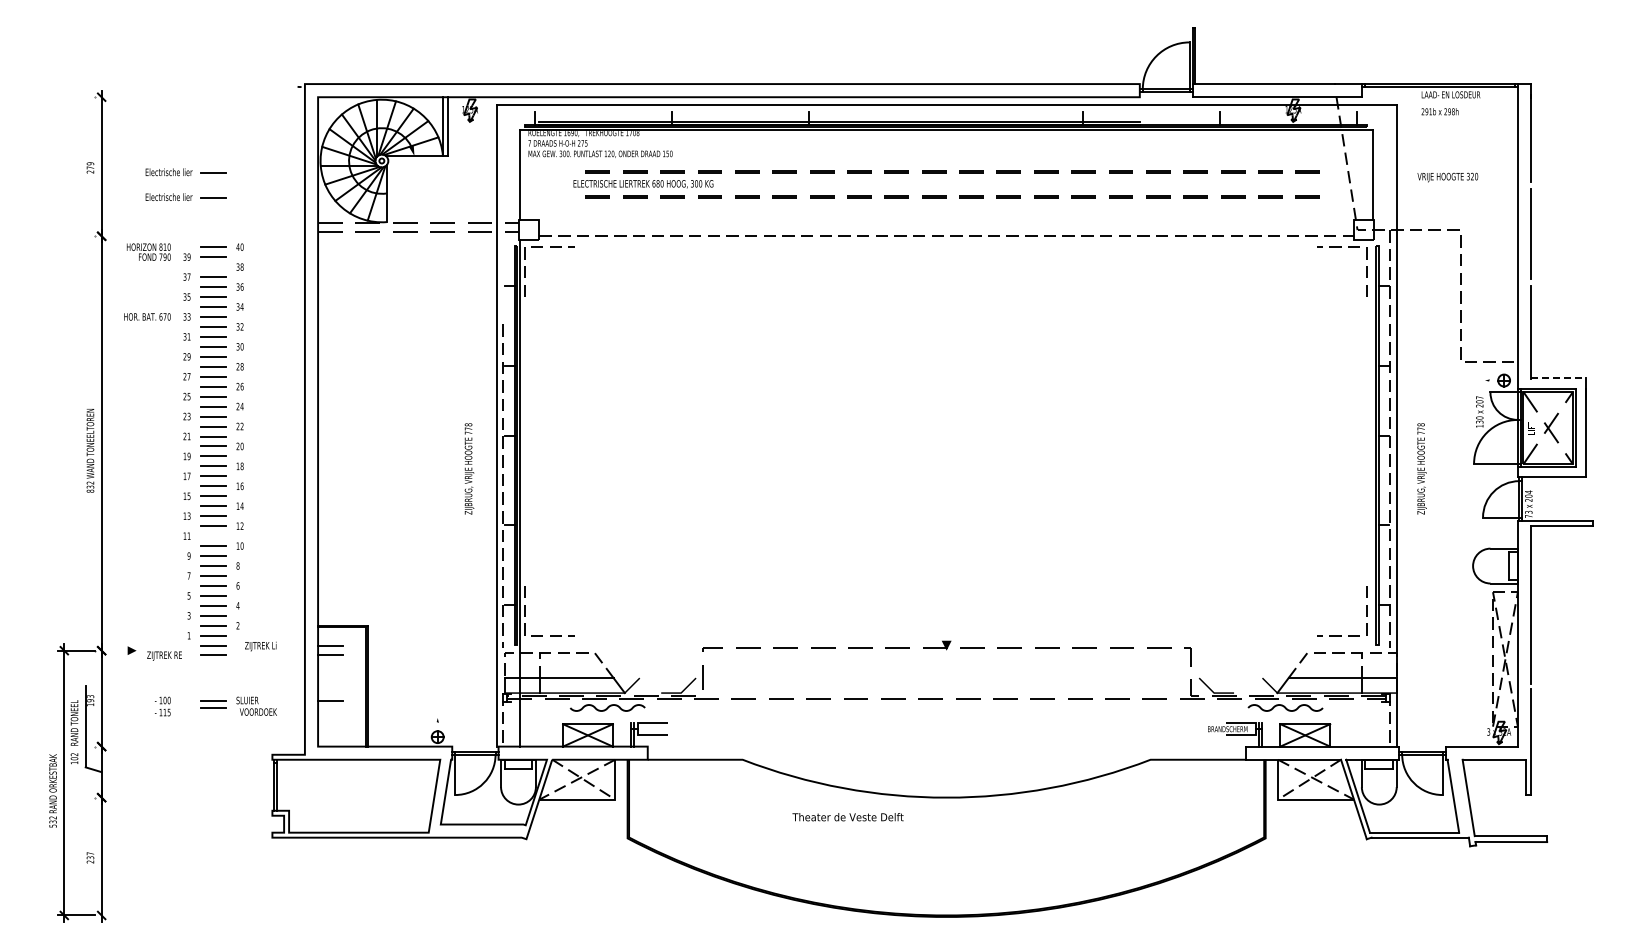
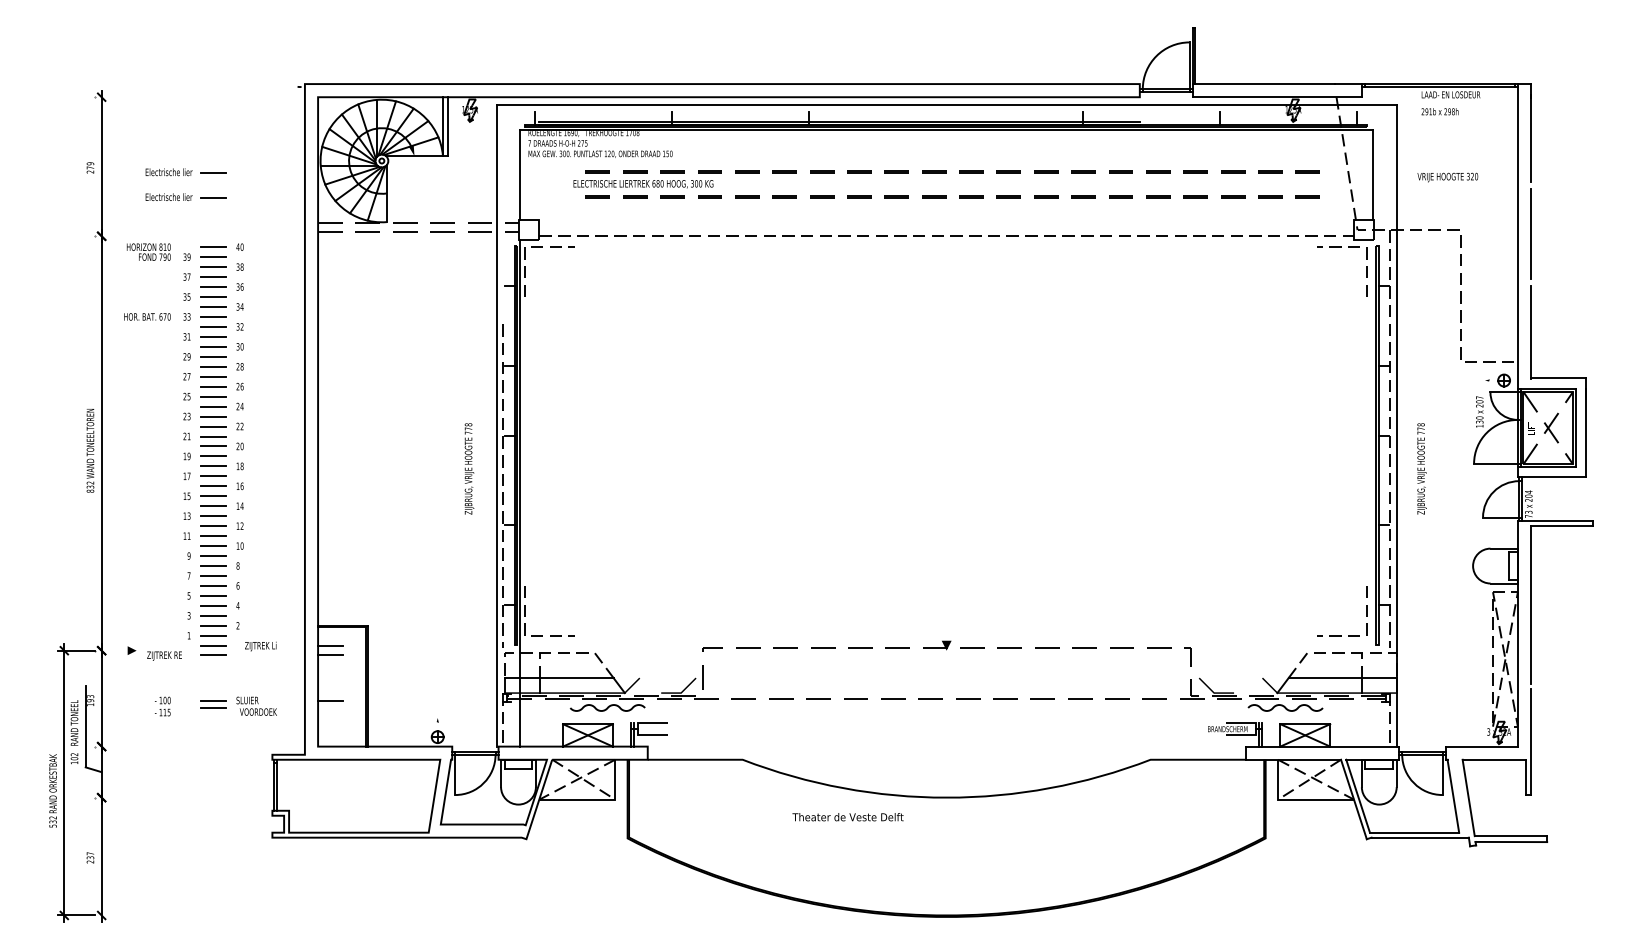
line at (213, 267): none -> present
line at (1558, 378): dashed -> solid
line at (213, 536): none -> present
